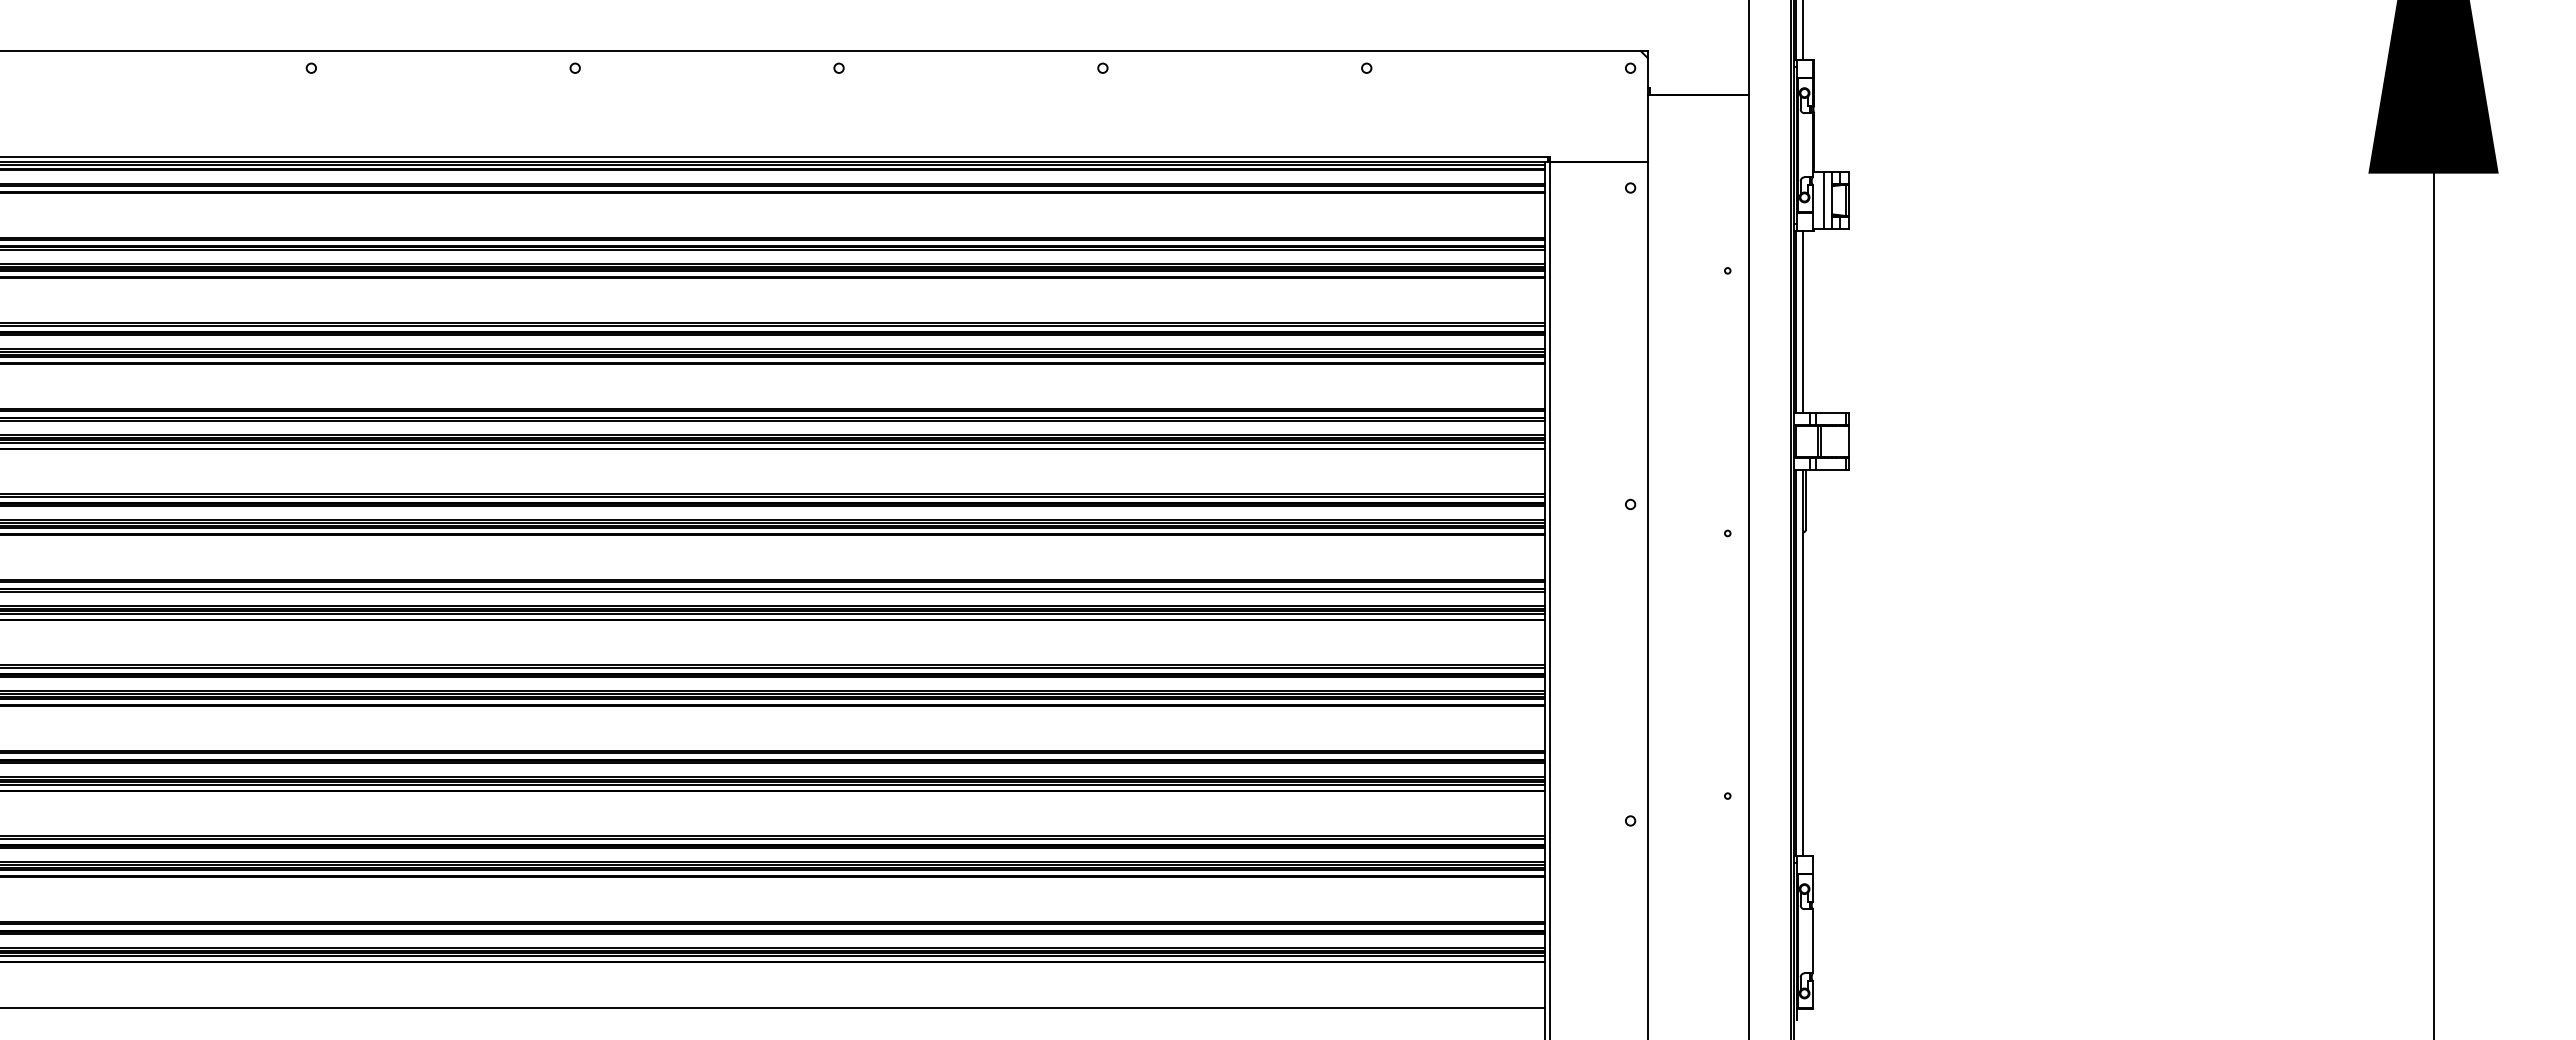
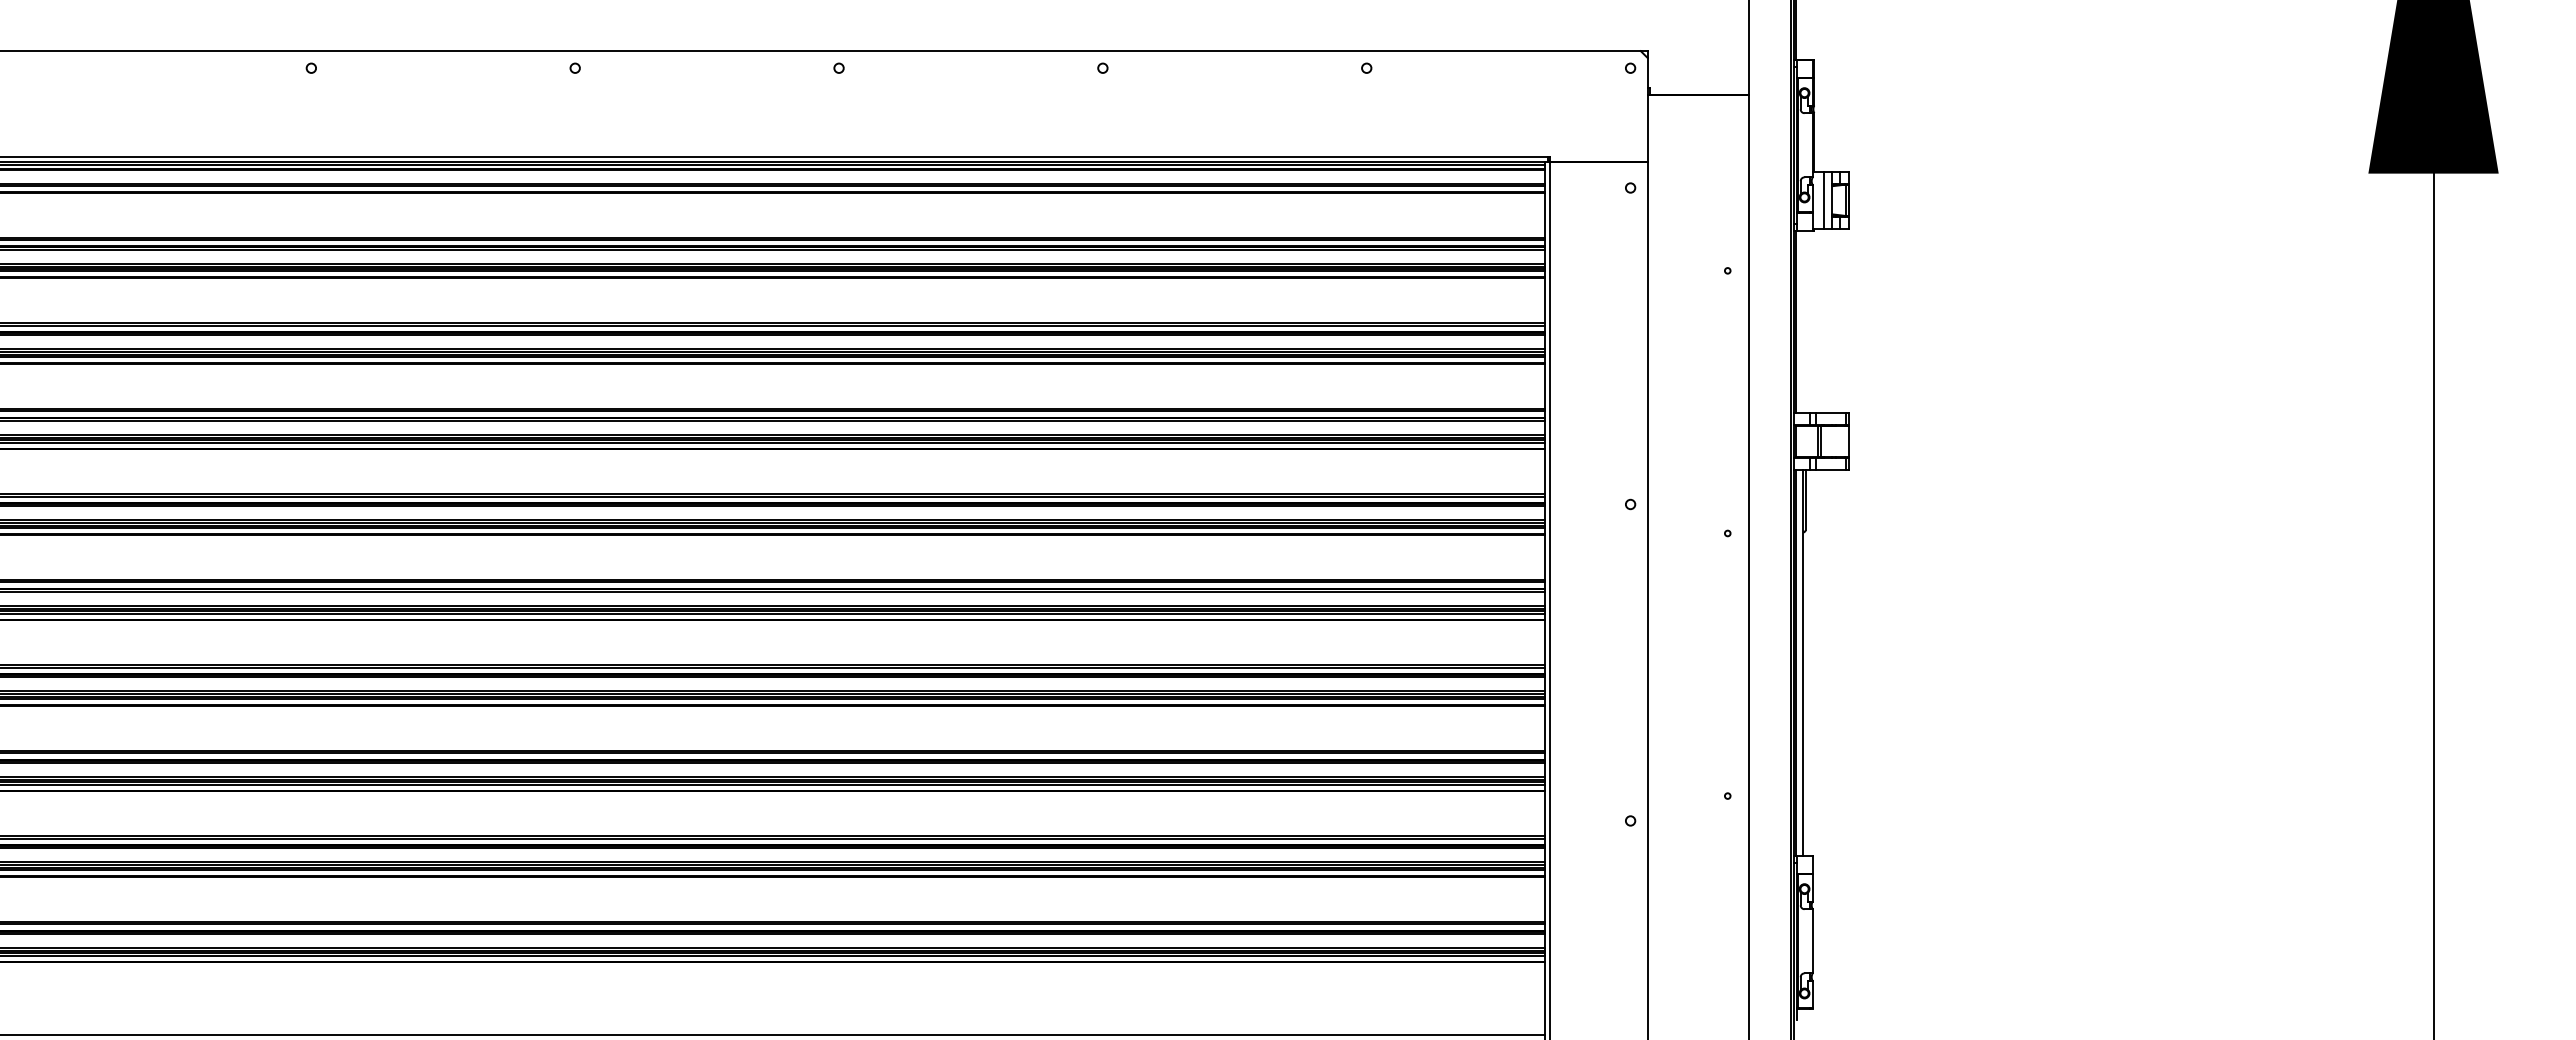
line at (1802, 30): present -> none
line at (1802, 321): present -> none
line at (773, 1007) position: (773, 1007) -> (773, 1034)
